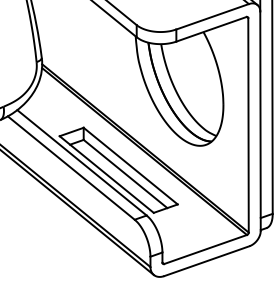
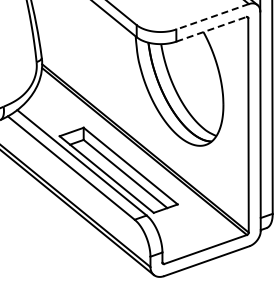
line at (212, 16): solid -> dashed
line at (211, 29): solid -> dashed
